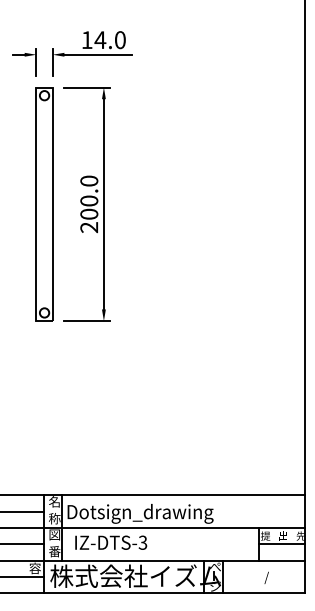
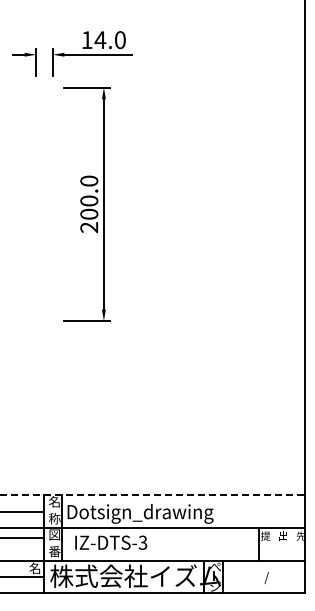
part at (44, 204): present -> none
line at (153, 495): solid -> dashed
line at (22, 544) position: (22, 544) -> (22, 538)
line at (281, 544): present -> none
text at (34, 568): 容 -> 名
